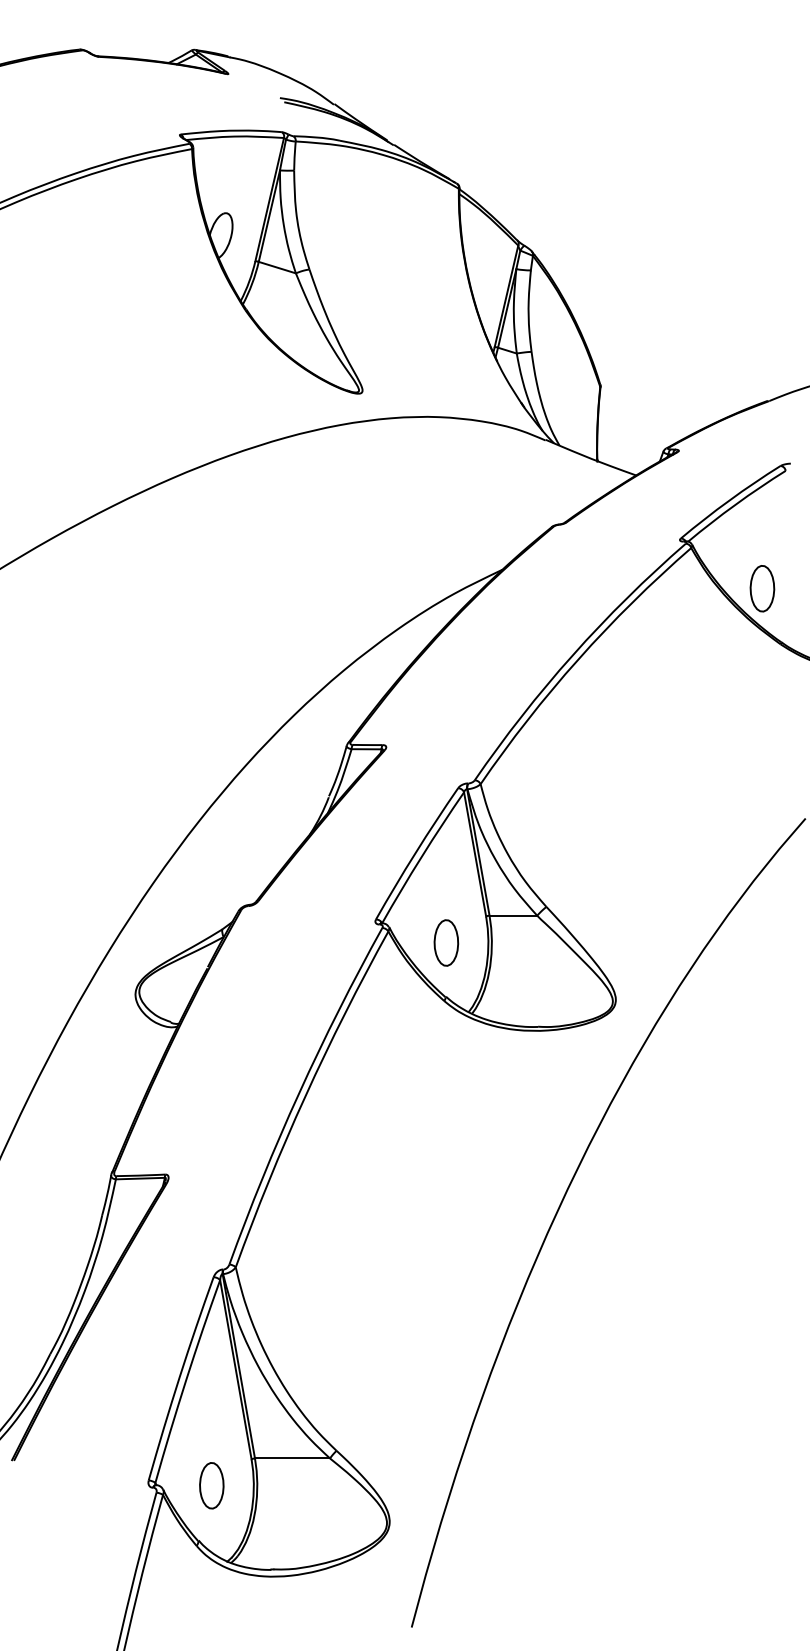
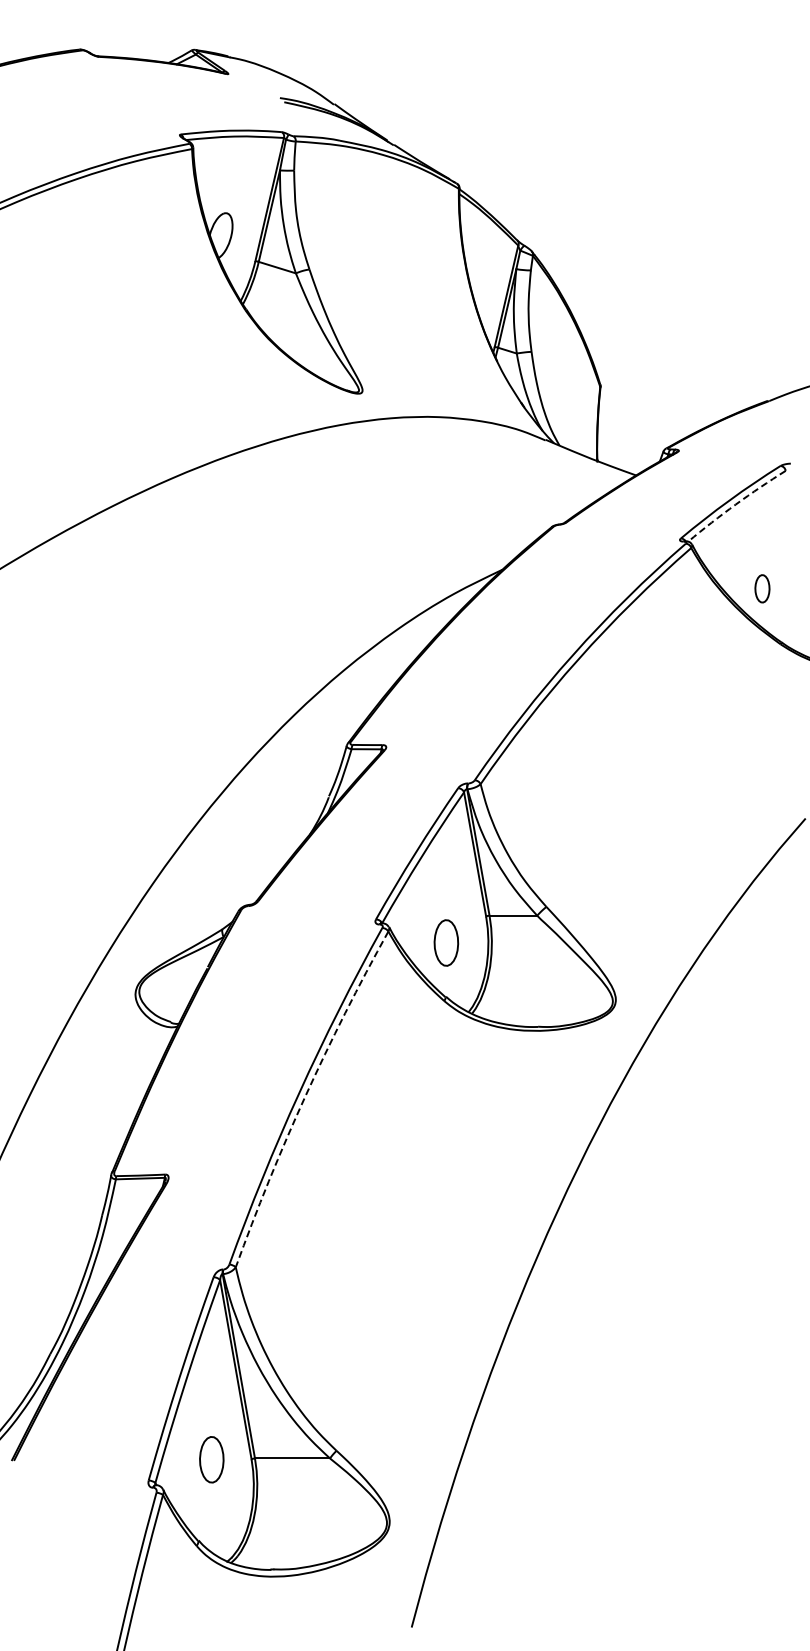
arc at (735, 504): solid -> dashed
part at (762, 588) size: 27x48 px -> 17x30 px
arc at (305, 1096): solid -> dashed
part at (211, 1485) position: (211, 1485) -> (211, 1459)
